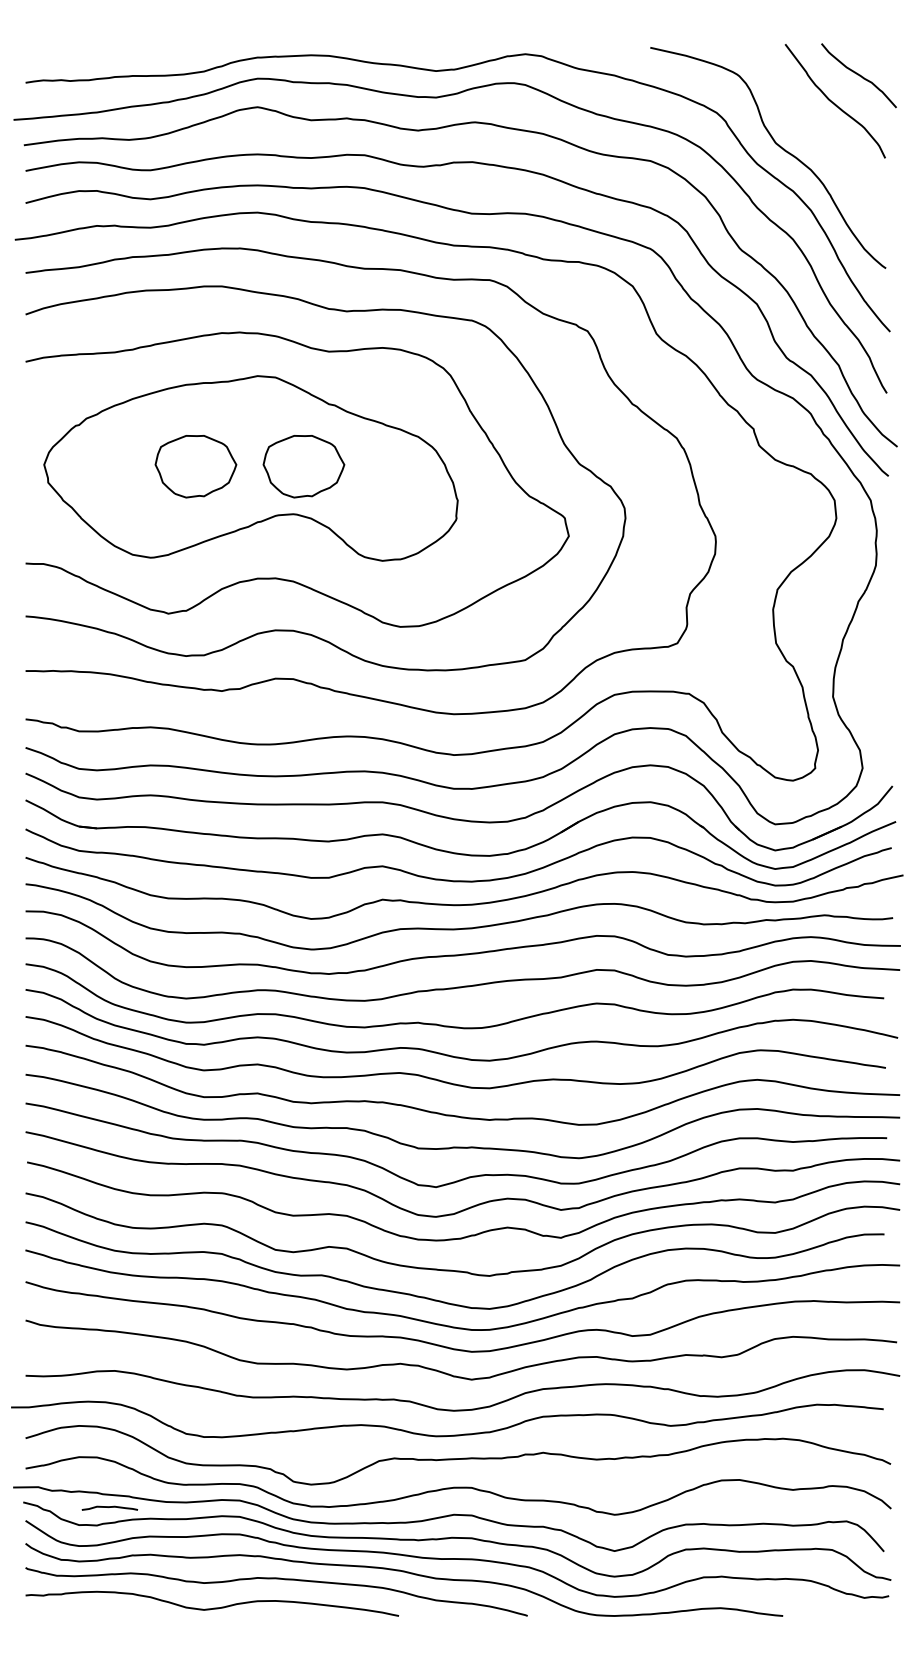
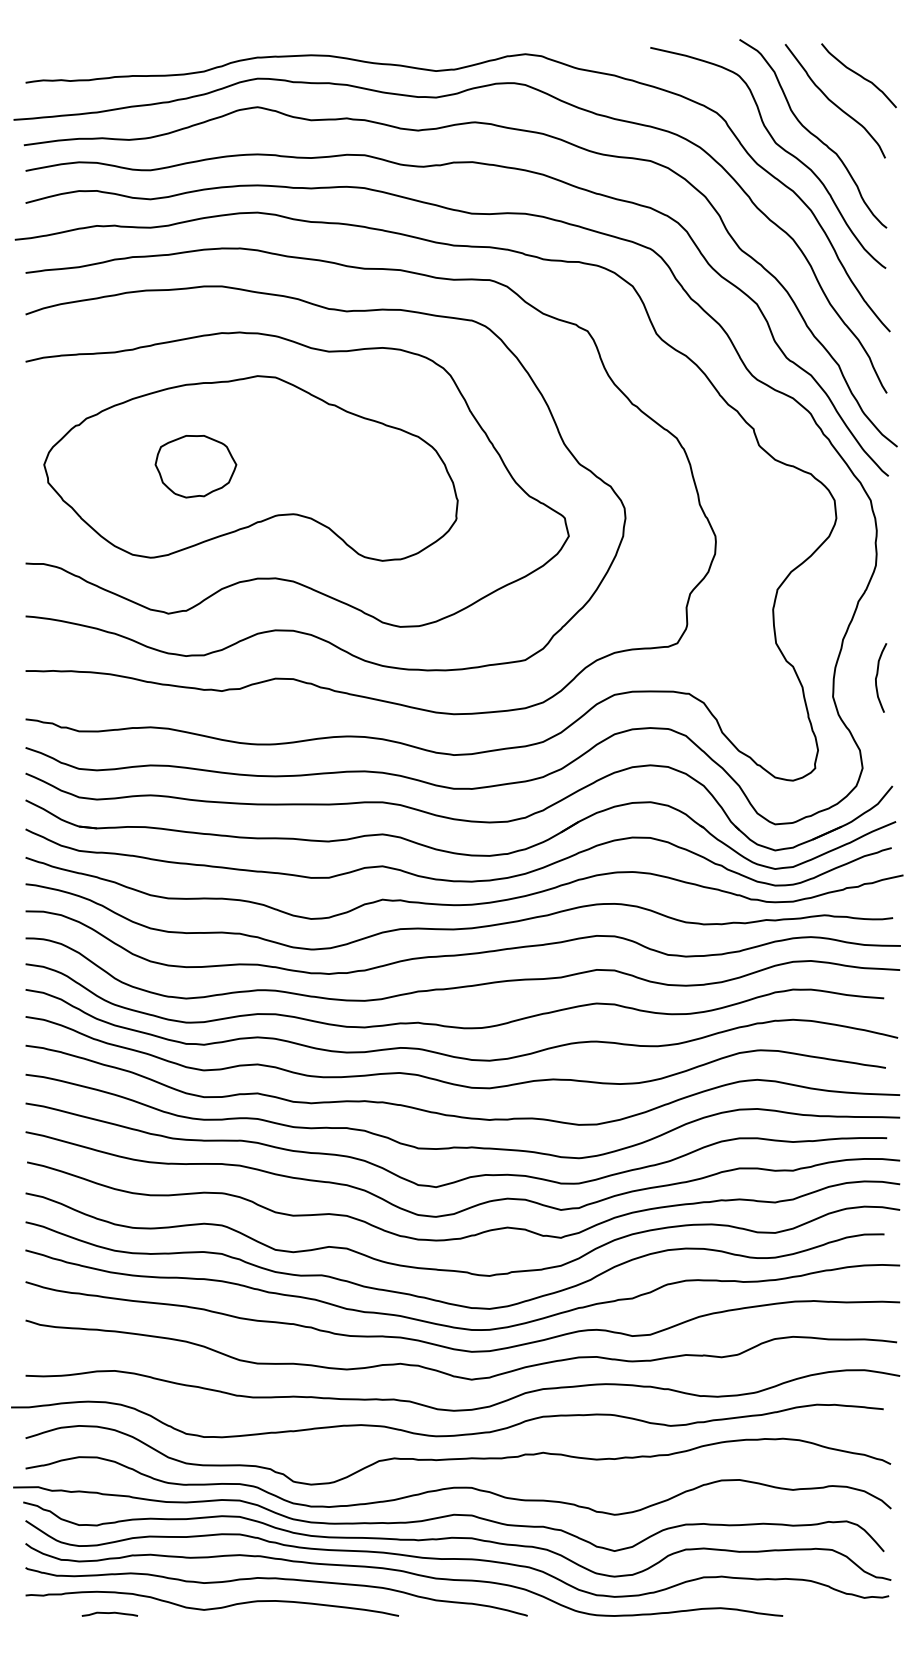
curve at (813, 133): none -> present
part at (303, 466): present -> none
curve at (877, 677): none -> present
curve at (109, 1507) position: (109, 1507) -> (109, 1613)
